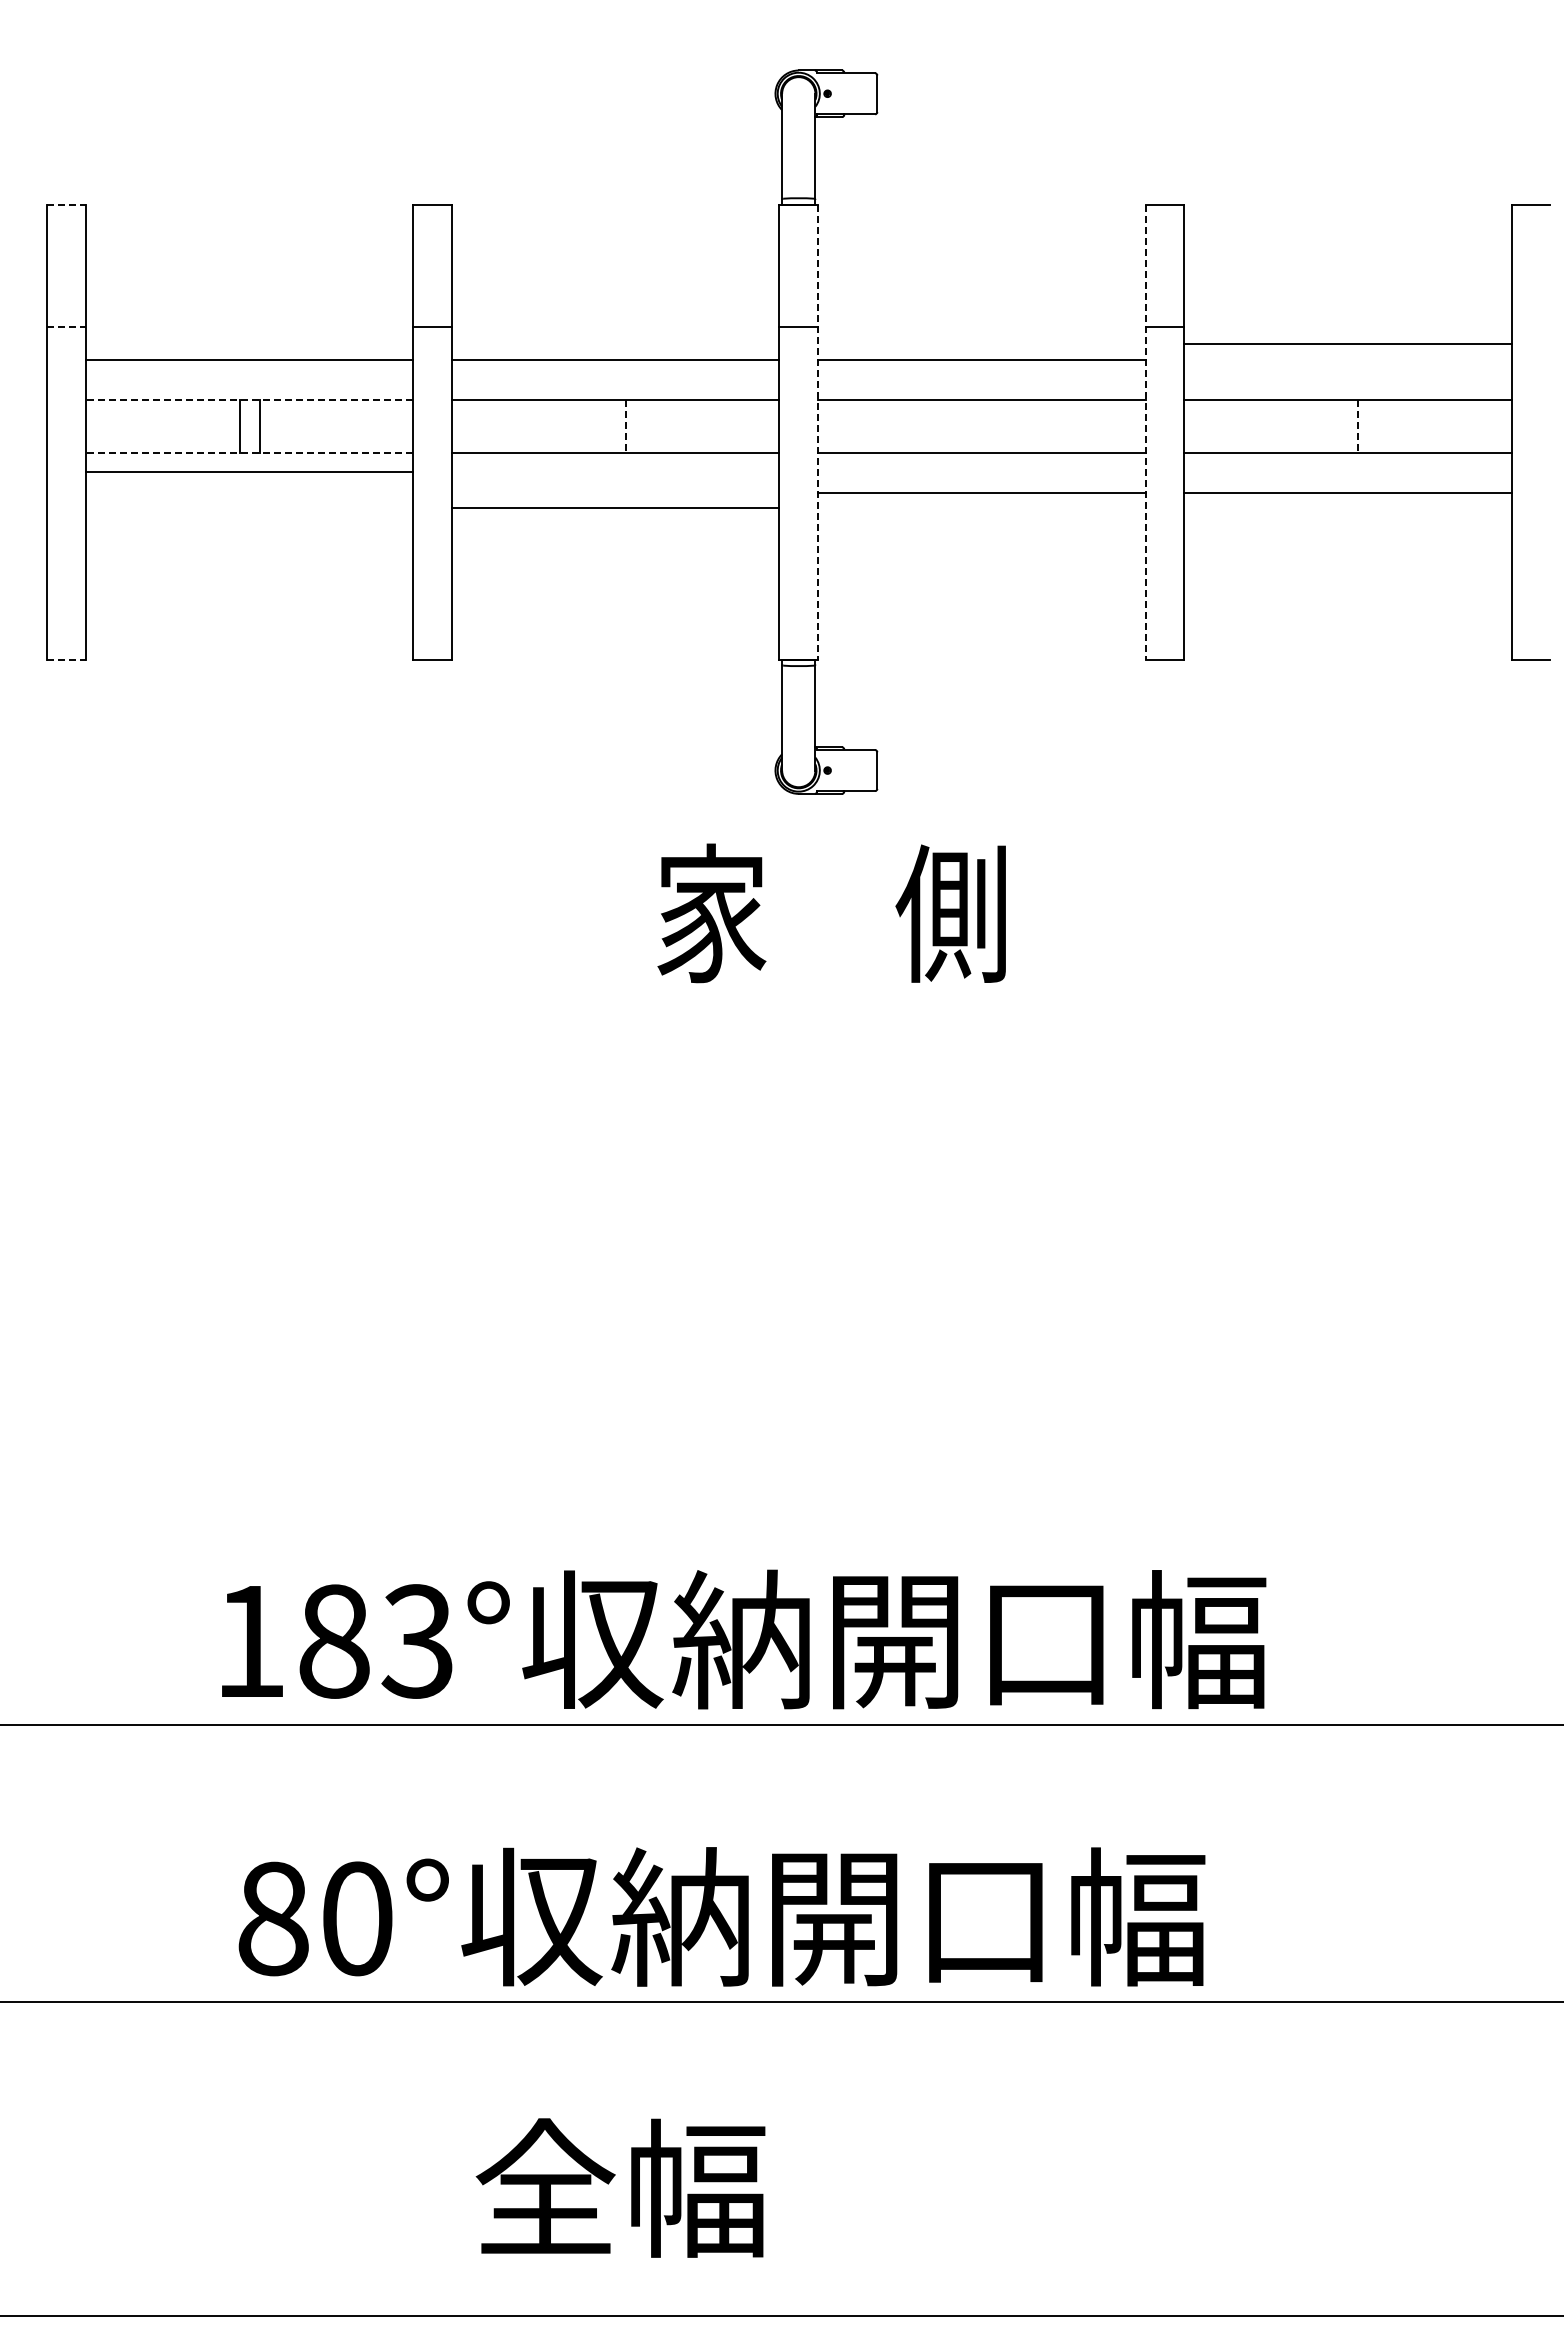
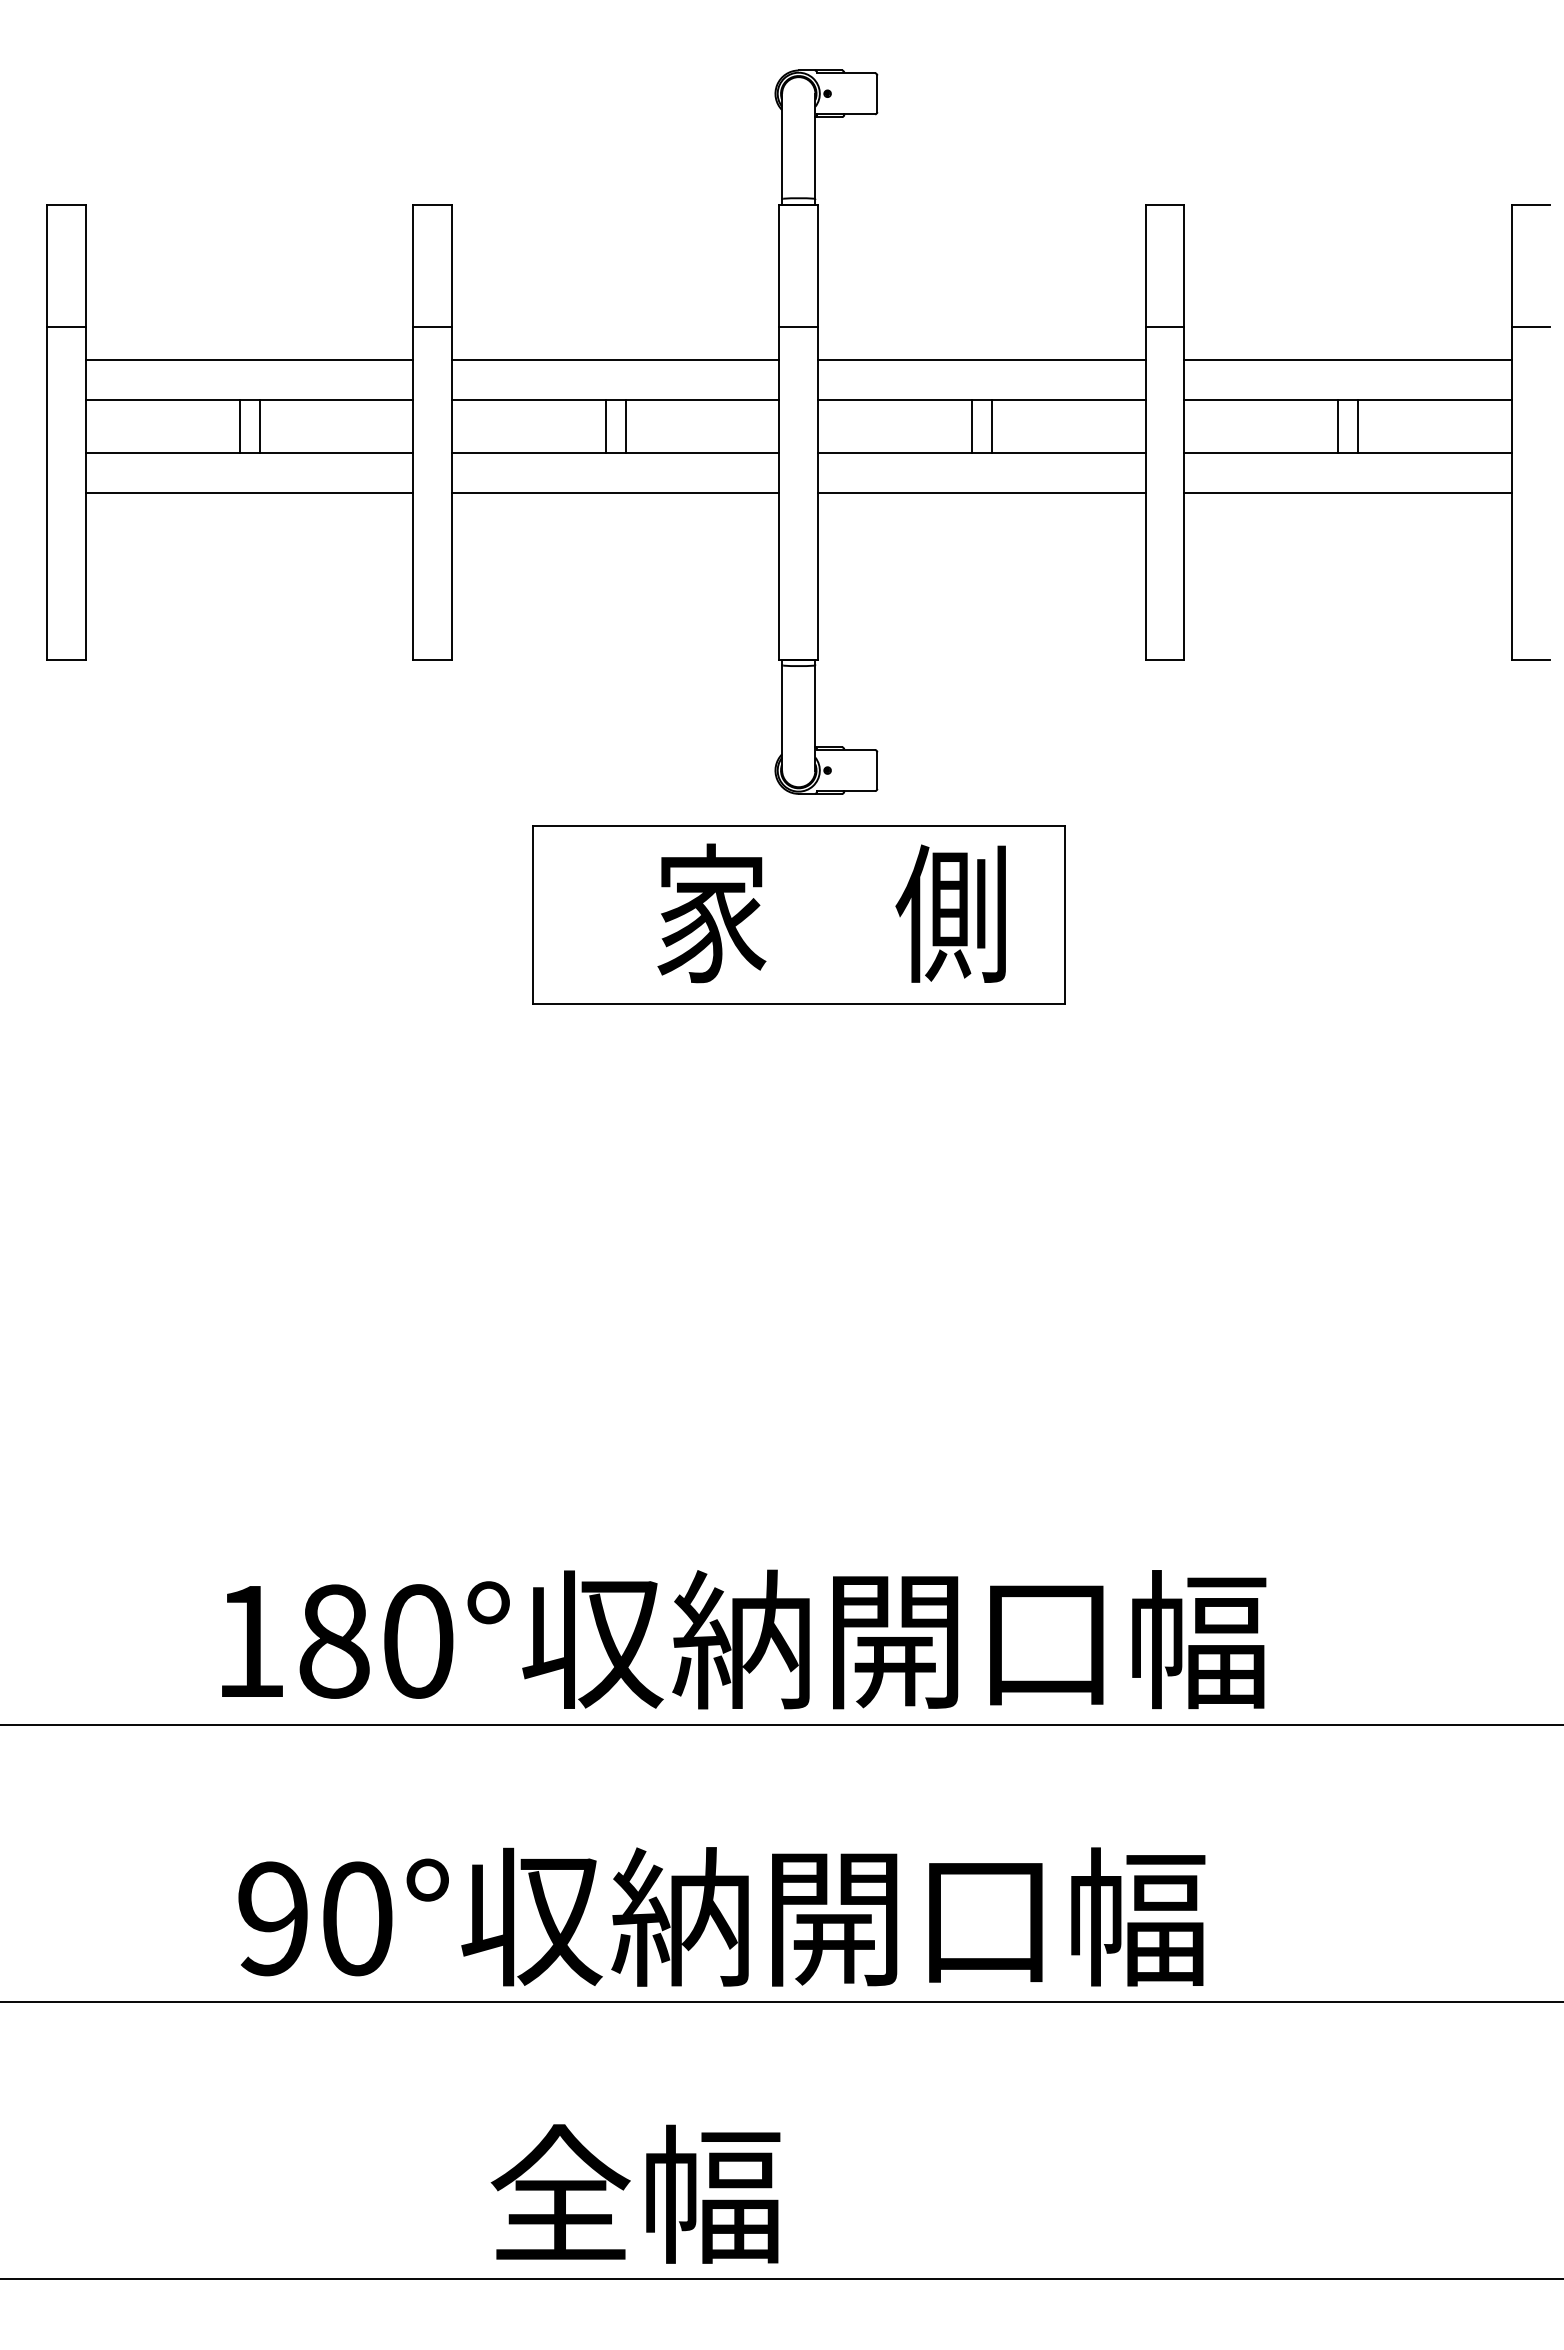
line at (67, 204): dashed -> solid
line at (67, 326): dashed -> solid
line at (1530, 326): none -> present
line at (1347, 344) position: (1347, 344) -> (1347, 360)
line at (249, 400): dashed -> solid
line at (605, 426): none -> present
line at (625, 426): dashed -> solid
line at (971, 426): none -> present
line at (991, 426): none -> present
line at (1337, 426): none -> present
line at (1357, 426): dashed -> solid
line at (818, 432): dashed -> solid
line at (1145, 432): dashed -> solid
line at (249, 453): dashed -> solid
line at (249, 472) position: (249, 472) -> (249, 493)
line at (615, 508) position: (615, 508) -> (615, 493)
line at (67, 659): dashed -> solid
part at (798, 914): none -> present
text at (417, 1641): 183° -> 180°
text at (273, 1918): 80° -> 90°
text at (620, 2187) position: (620, 2187) -> (635, 2193)
line at (781, 2316) position: (781, 2316) -> (781, 2279)
